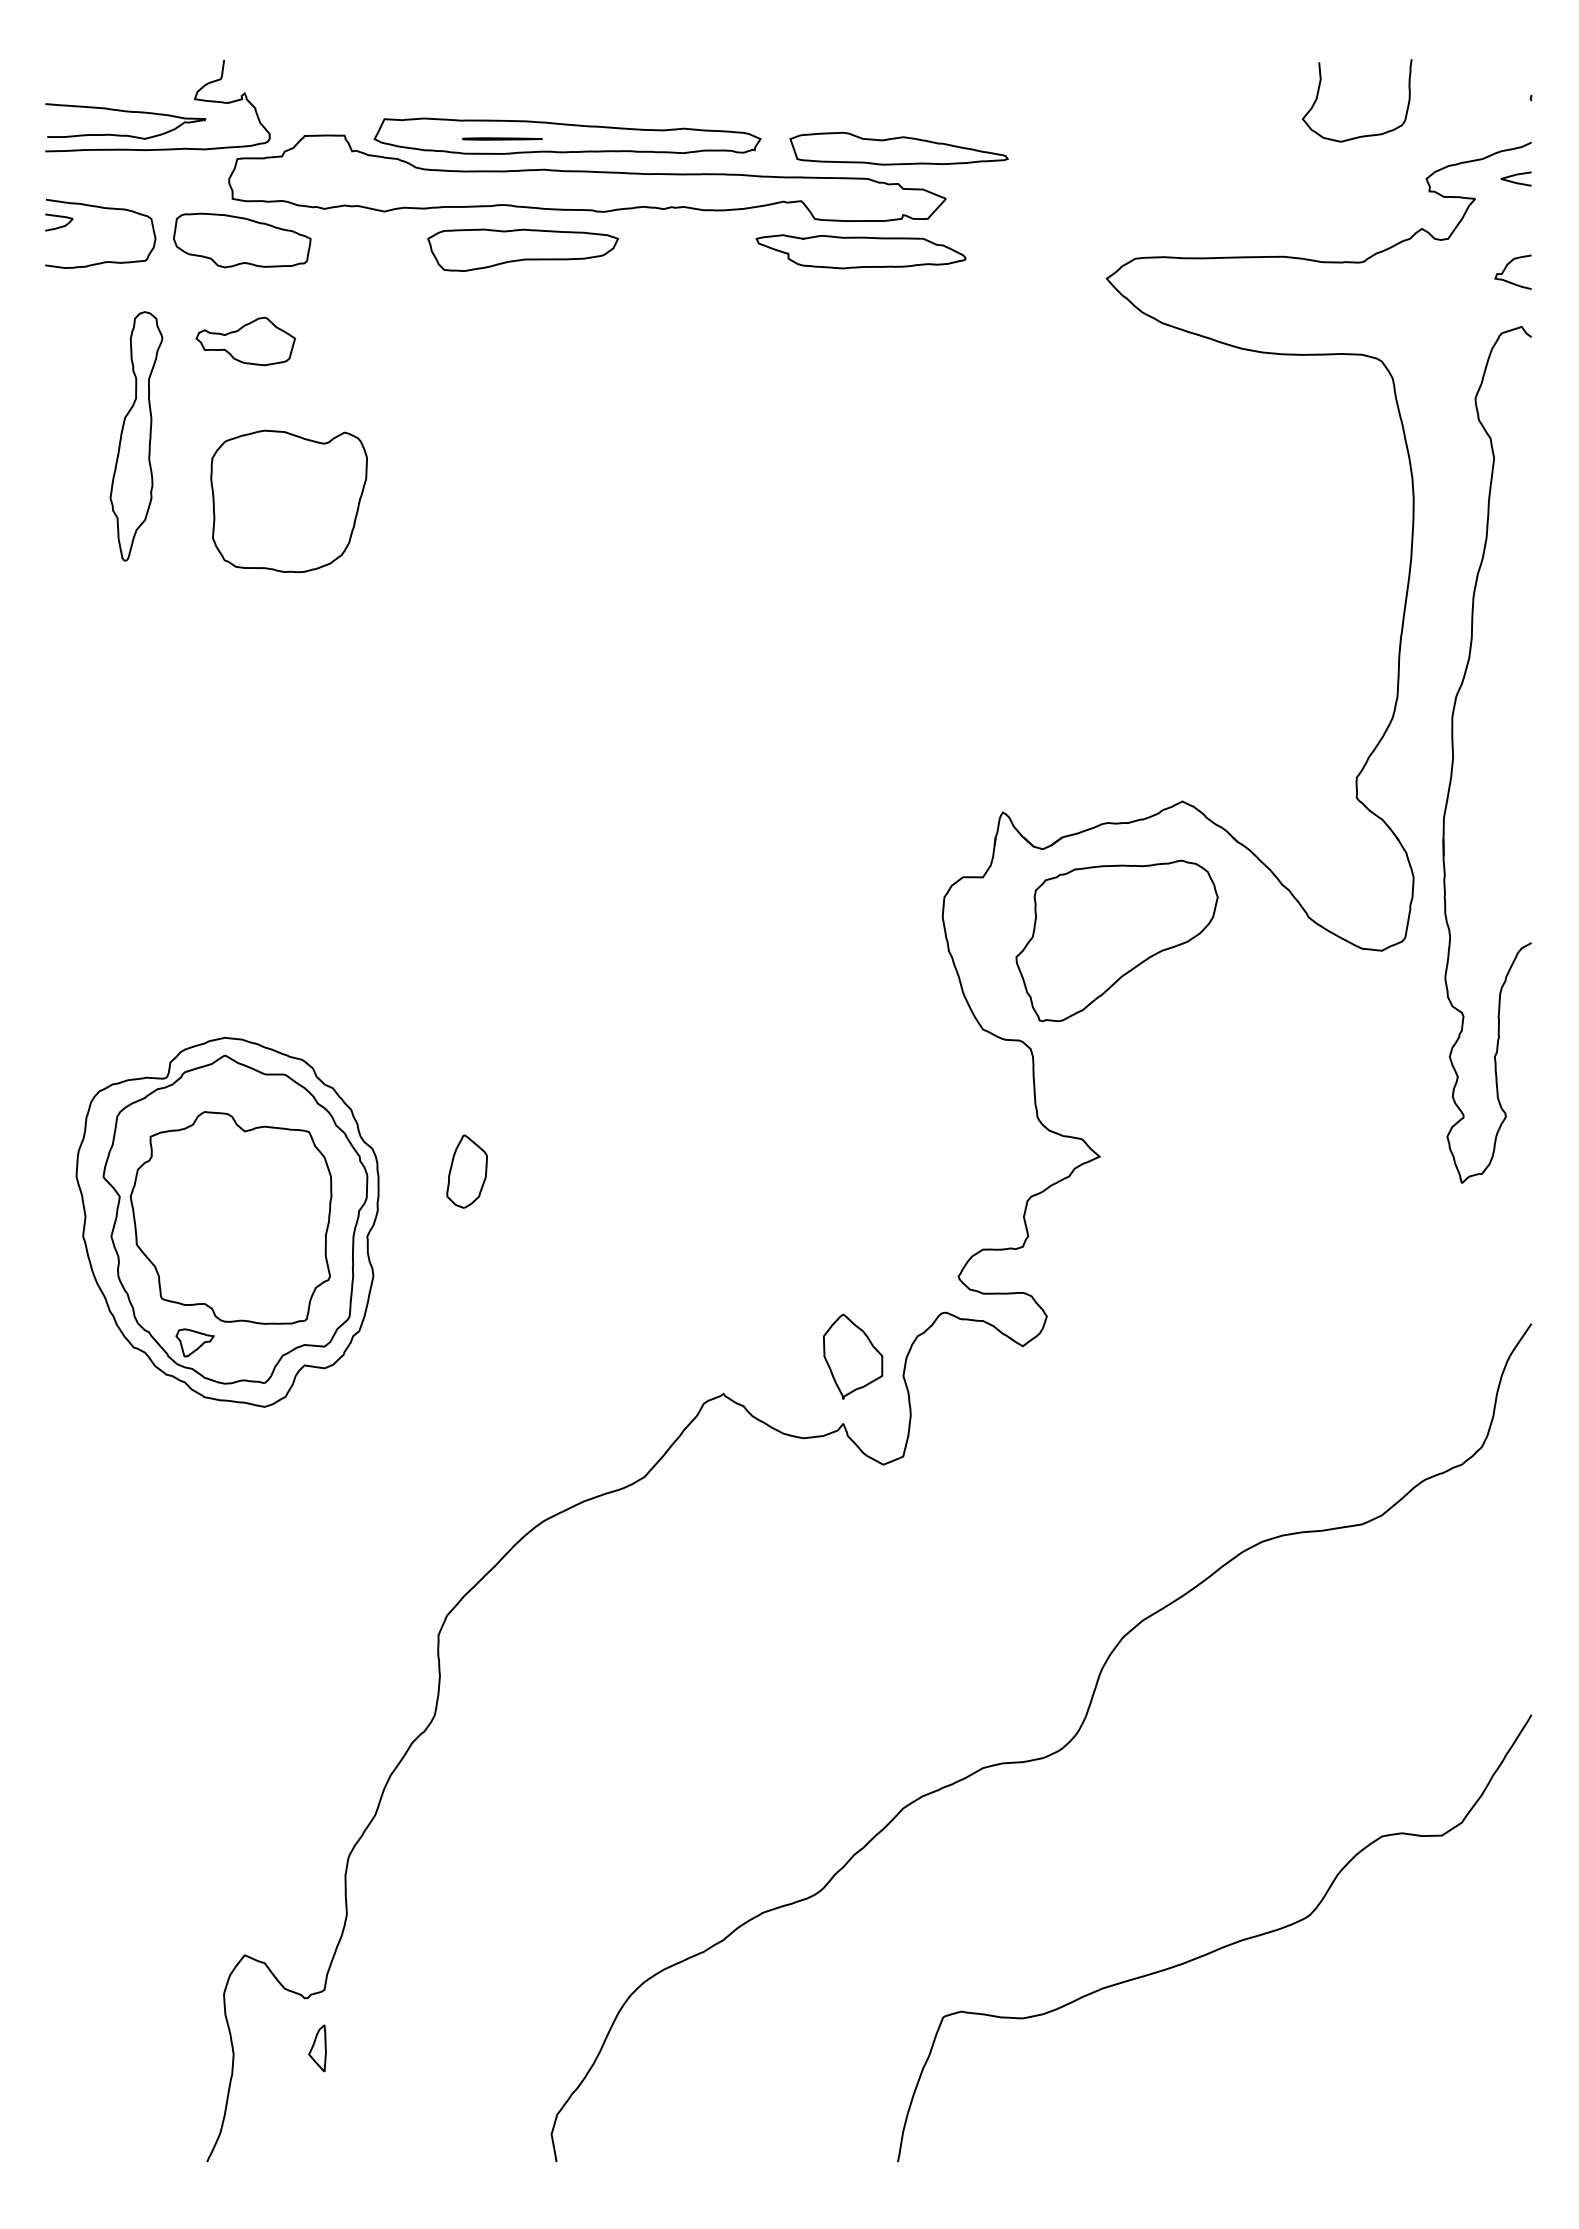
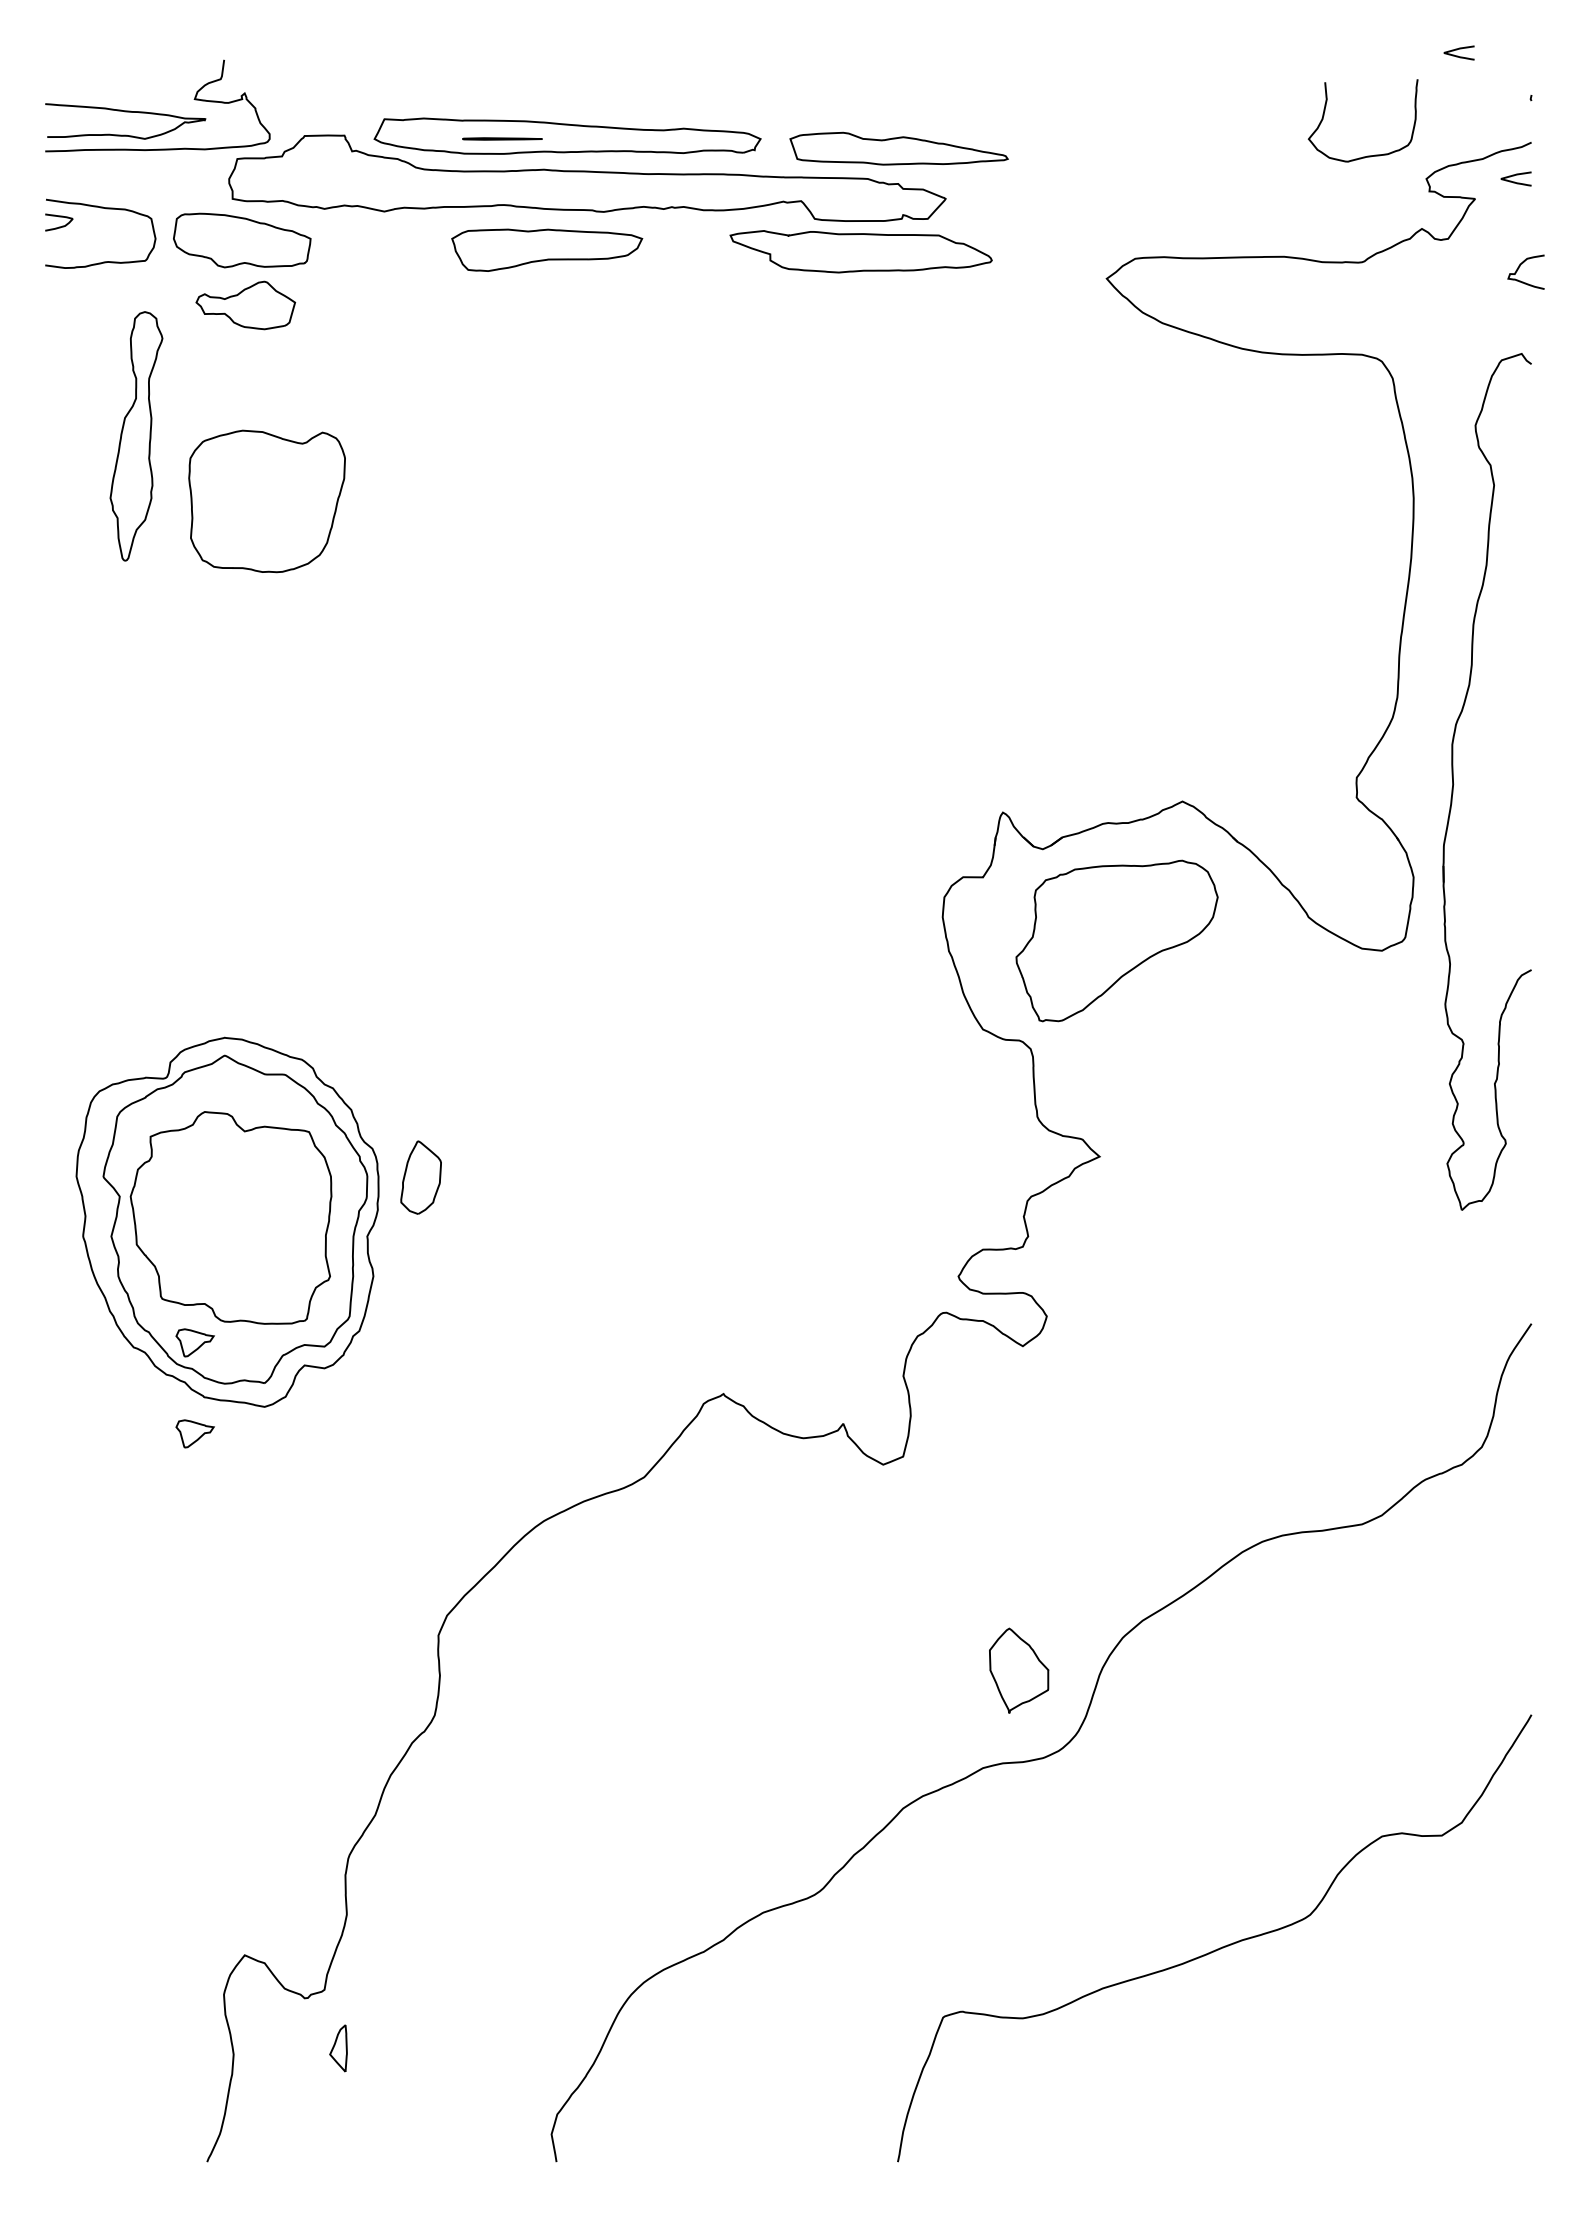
curve at (1457, 50): none -> present
curve at (1361, 135) position: (1361, 135) -> (1367, 155)
part at (523, 249) position: (523, 249) -> (547, 249)
part at (860, 251) size: 212x36 px -> 264x44 px
curve at (1506, 268) position: (1506, 268) -> (1519, 268)
part at (245, 341) position: (245, 341) -> (245, 305)
part at (288, 501) position: (288, 501) -> (266, 501)
part at (1454, 757) position: (1454, 757) -> (1454, 784)
part at (466, 1171) position: (466, 1171) -> (420, 1177)
part at (853, 1356) position: (853, 1356) -> (1019, 1670)
part at (194, 1433): none -> present
part at (317, 2048) position: (317, 2048) -> (338, 2048)
